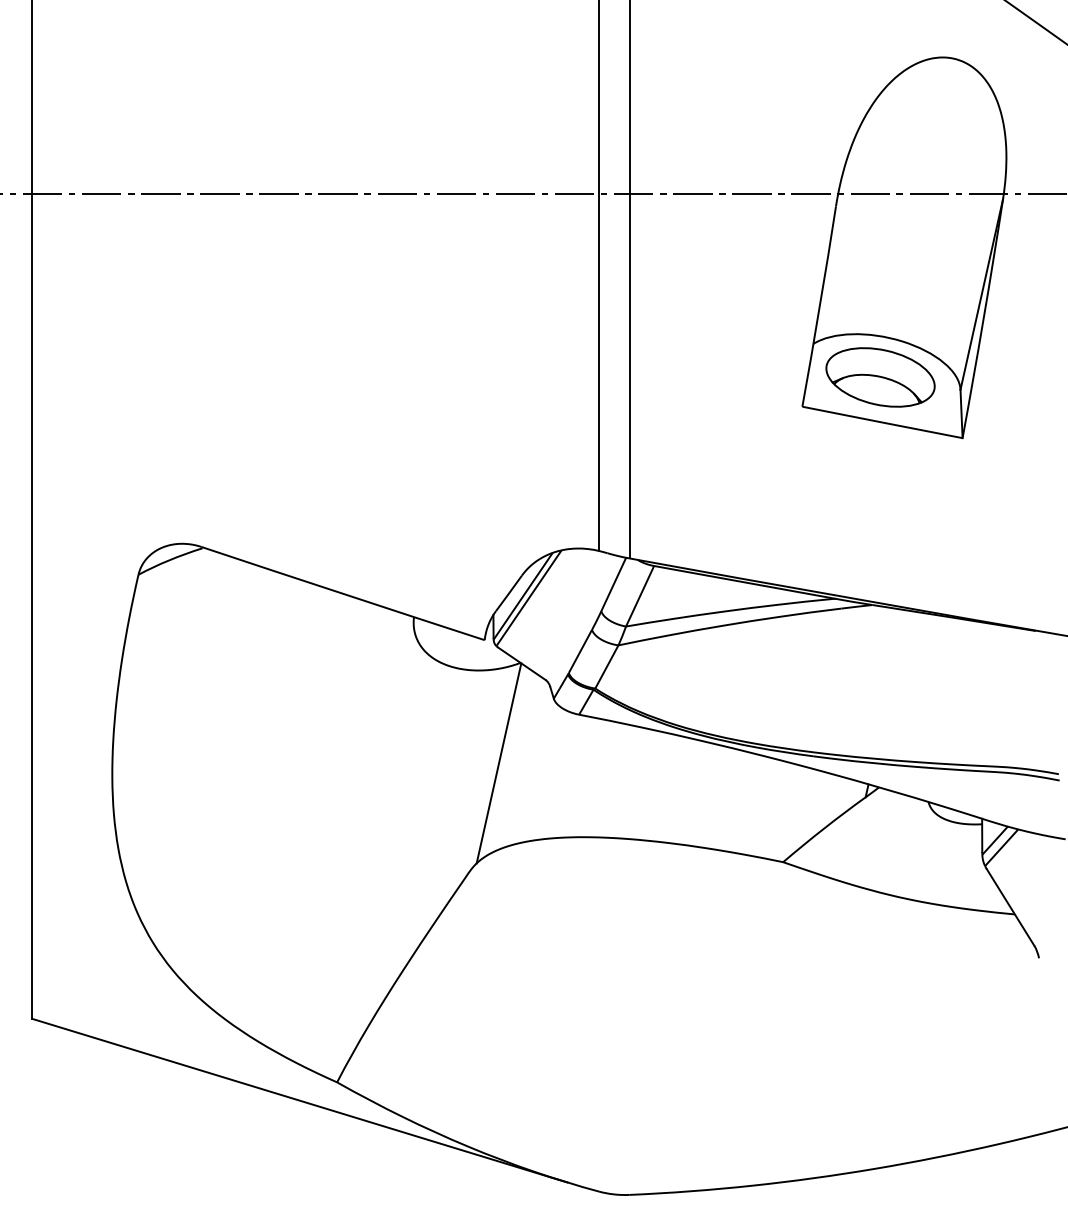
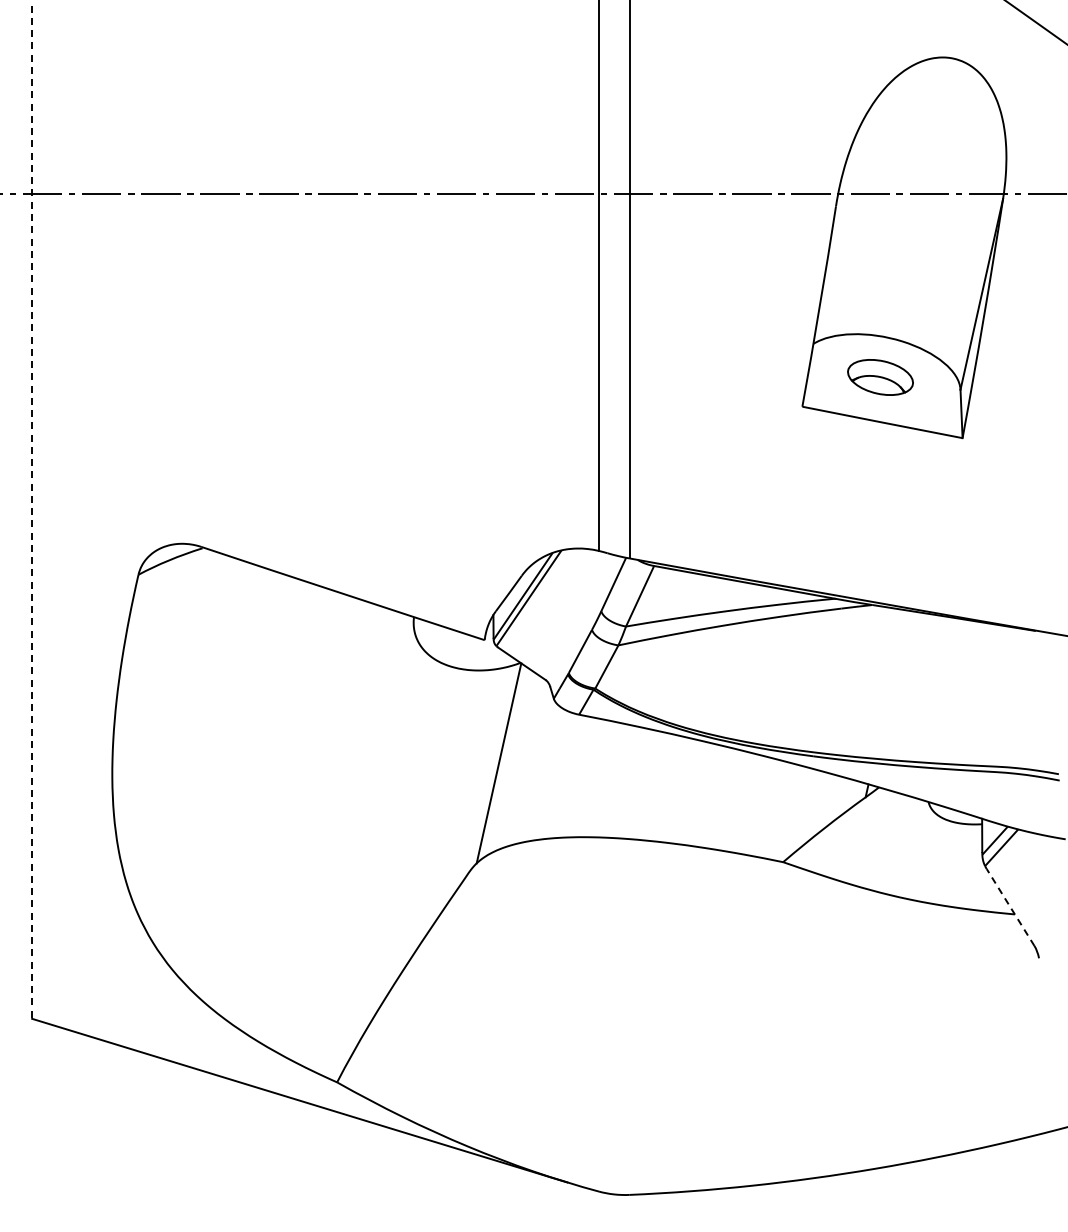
part at (880, 377) size: 111x61 px -> 67x37 px
line at (32, 510): solid -> dashed
line at (1010, 907): solid -> dashed
